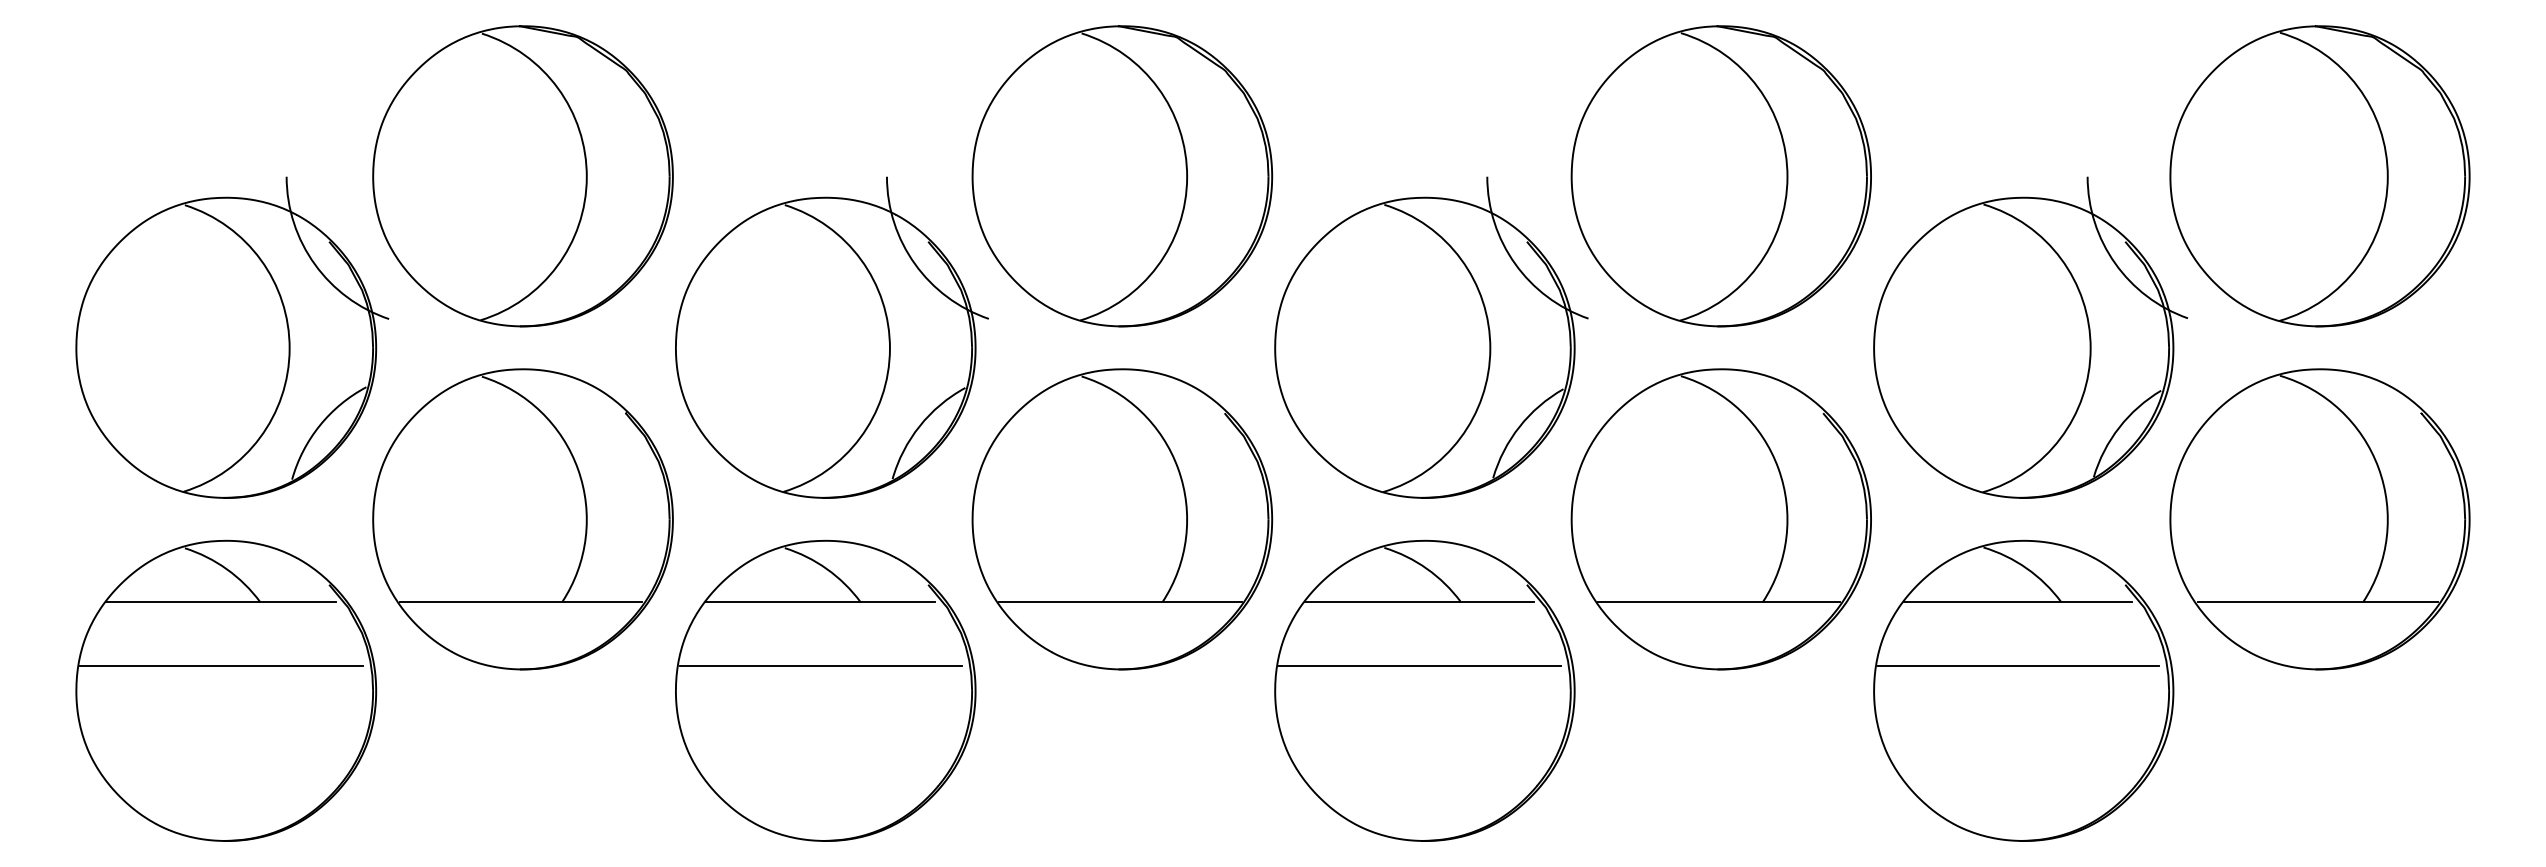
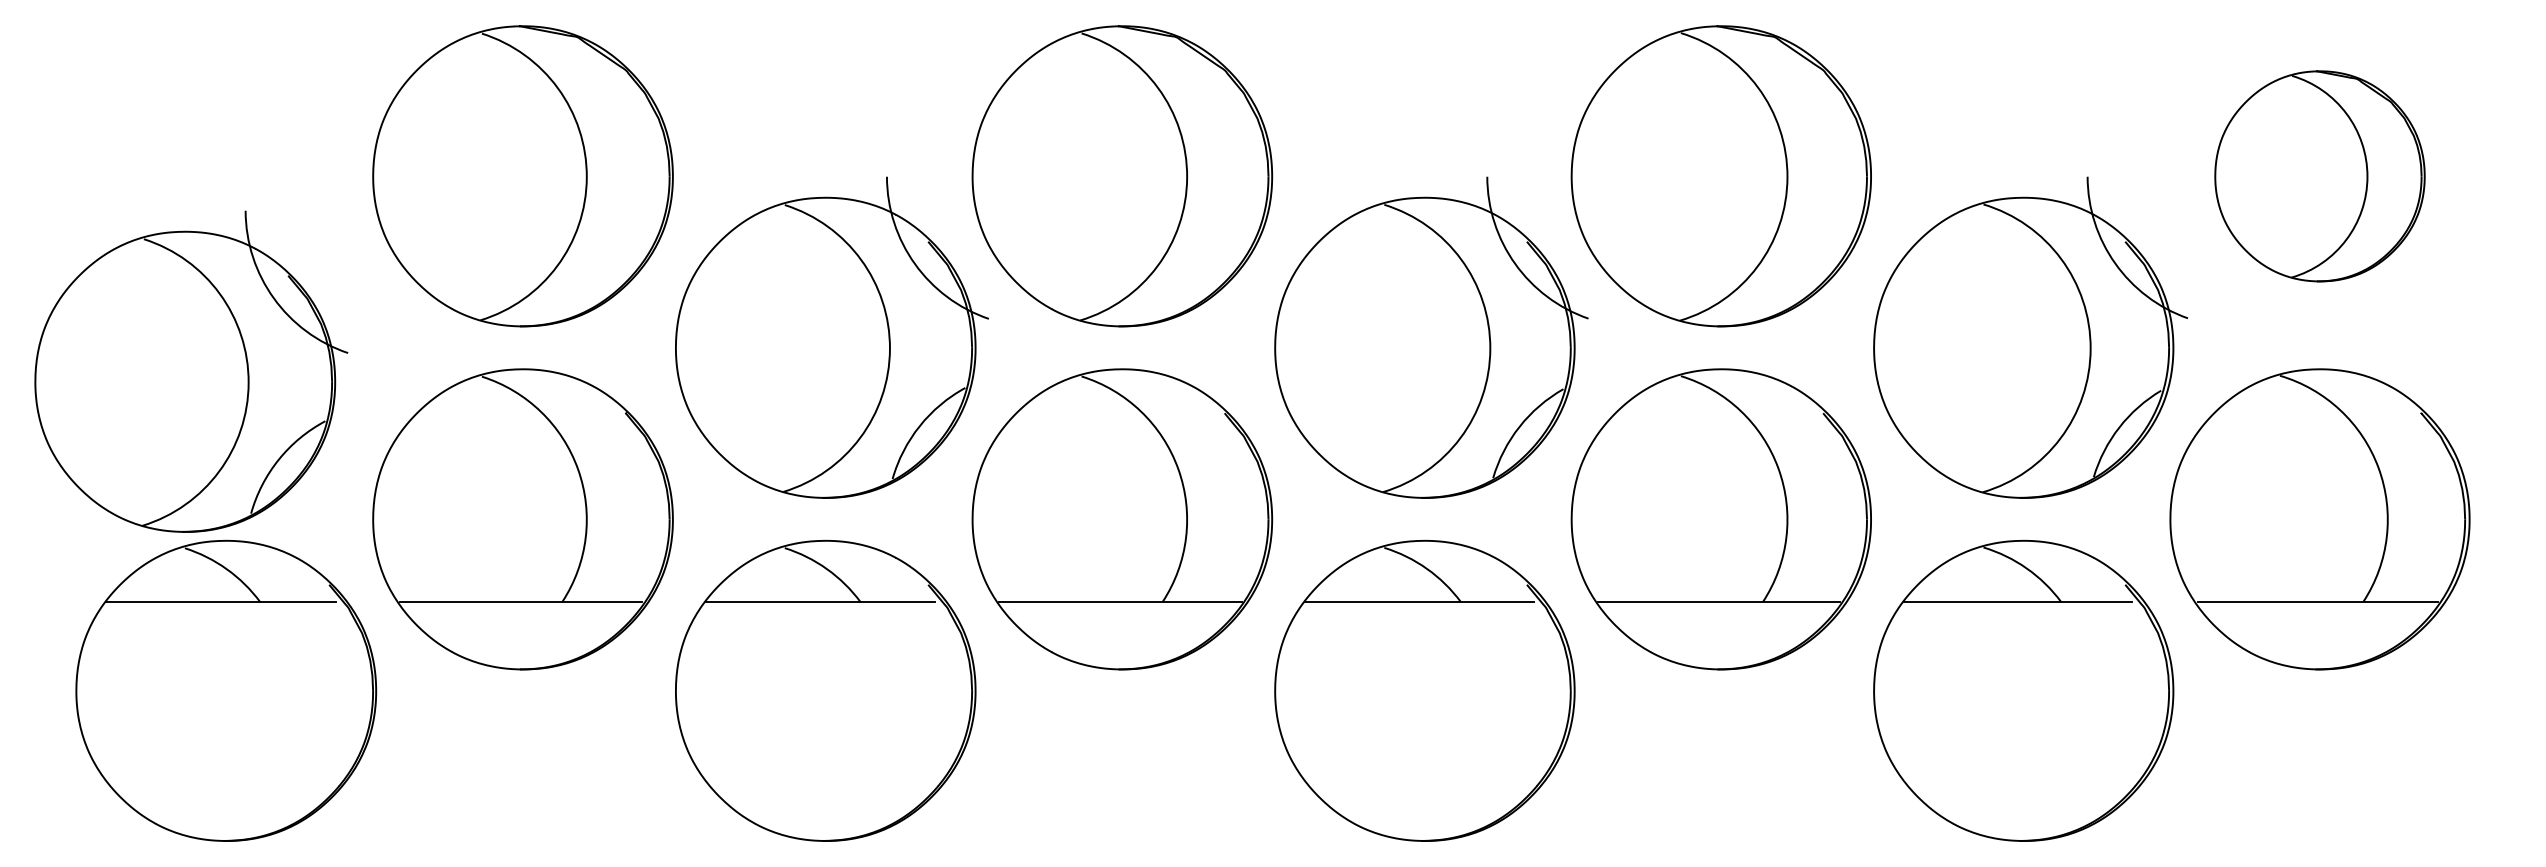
part at (2319, 176) size: 302x303 px -> 212x213 px
part at (232, 337) position: (232, 337) -> (191, 371)
line at (221, 666): present -> none
line at (820, 666): present -> none
line at (1419, 666): present -> none
line at (2017, 666): present -> none
